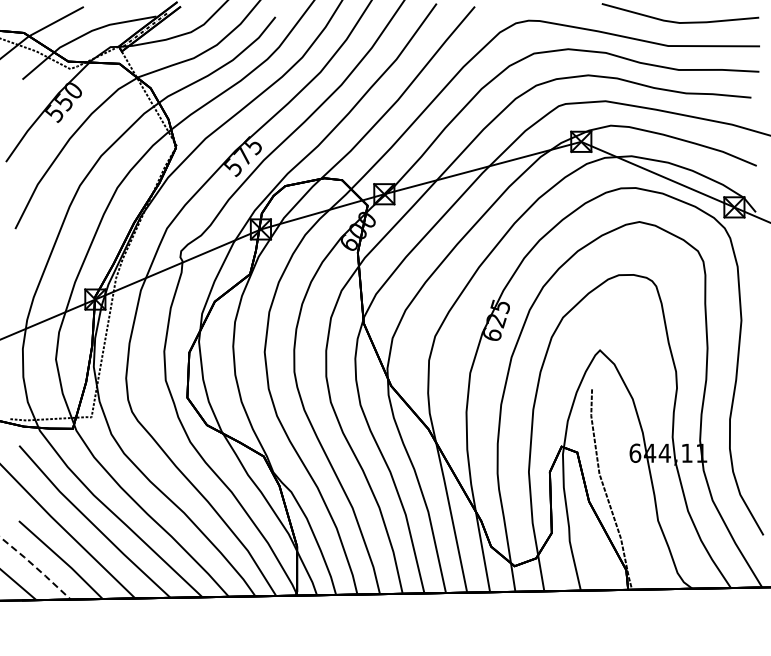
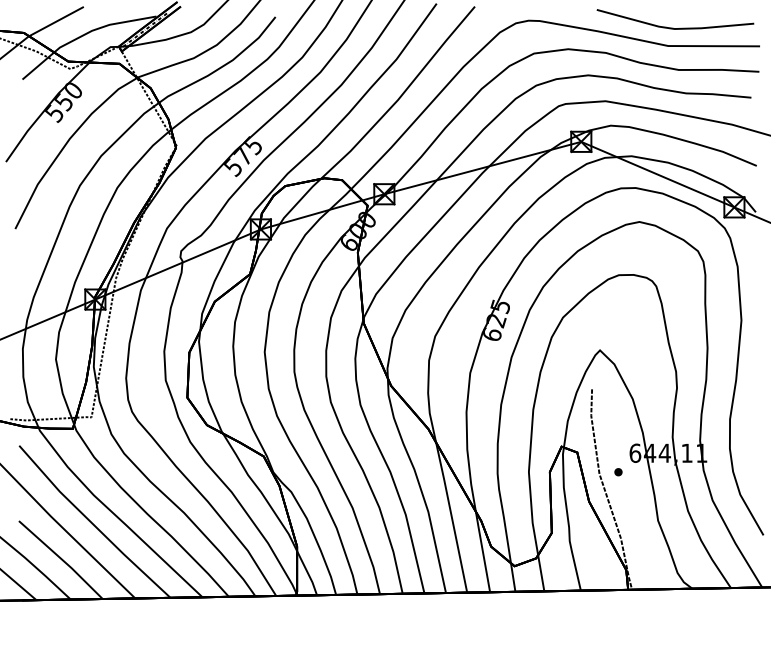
line at (678, 21) position: (678, 21) -> (673, 27)
part at (618, 472): none -> present
line at (36, 568): dashed -> solid
